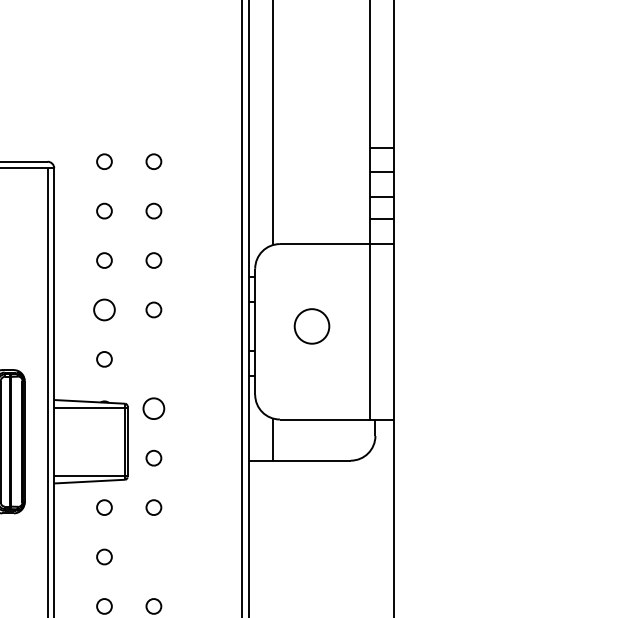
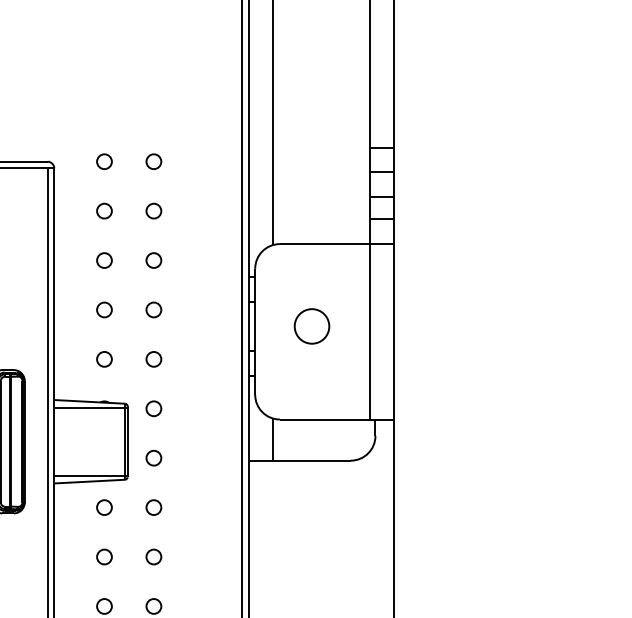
part at (104, 309) size: 23x24 px -> 17x18 px
part at (153, 359): none -> present
part at (153, 408) size: 24x23 px -> 18x18 px
part at (153, 556): none -> present
